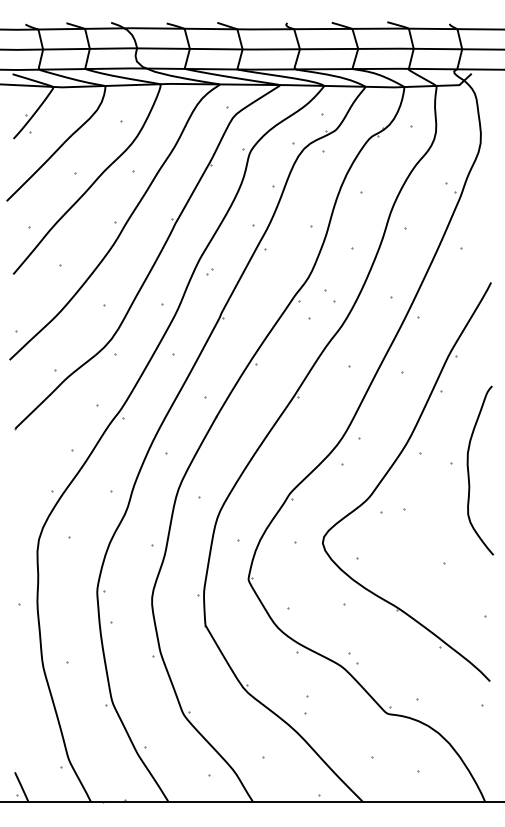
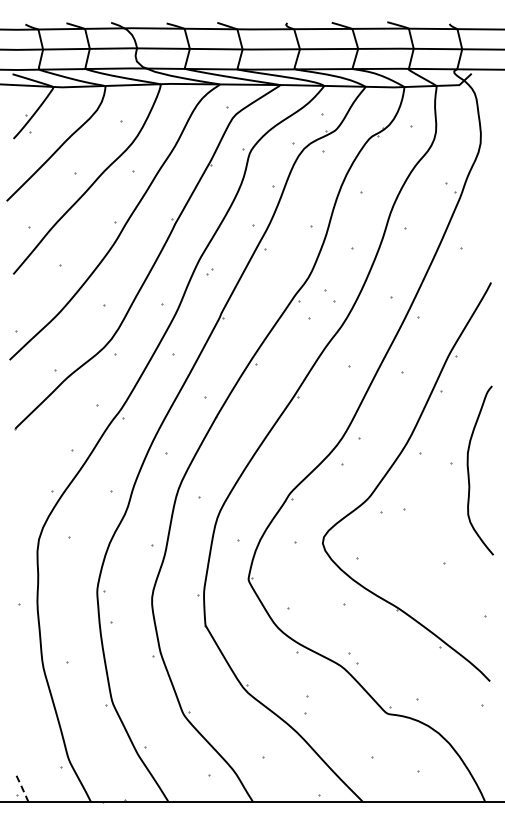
line at (21, 787): solid -> dashed
